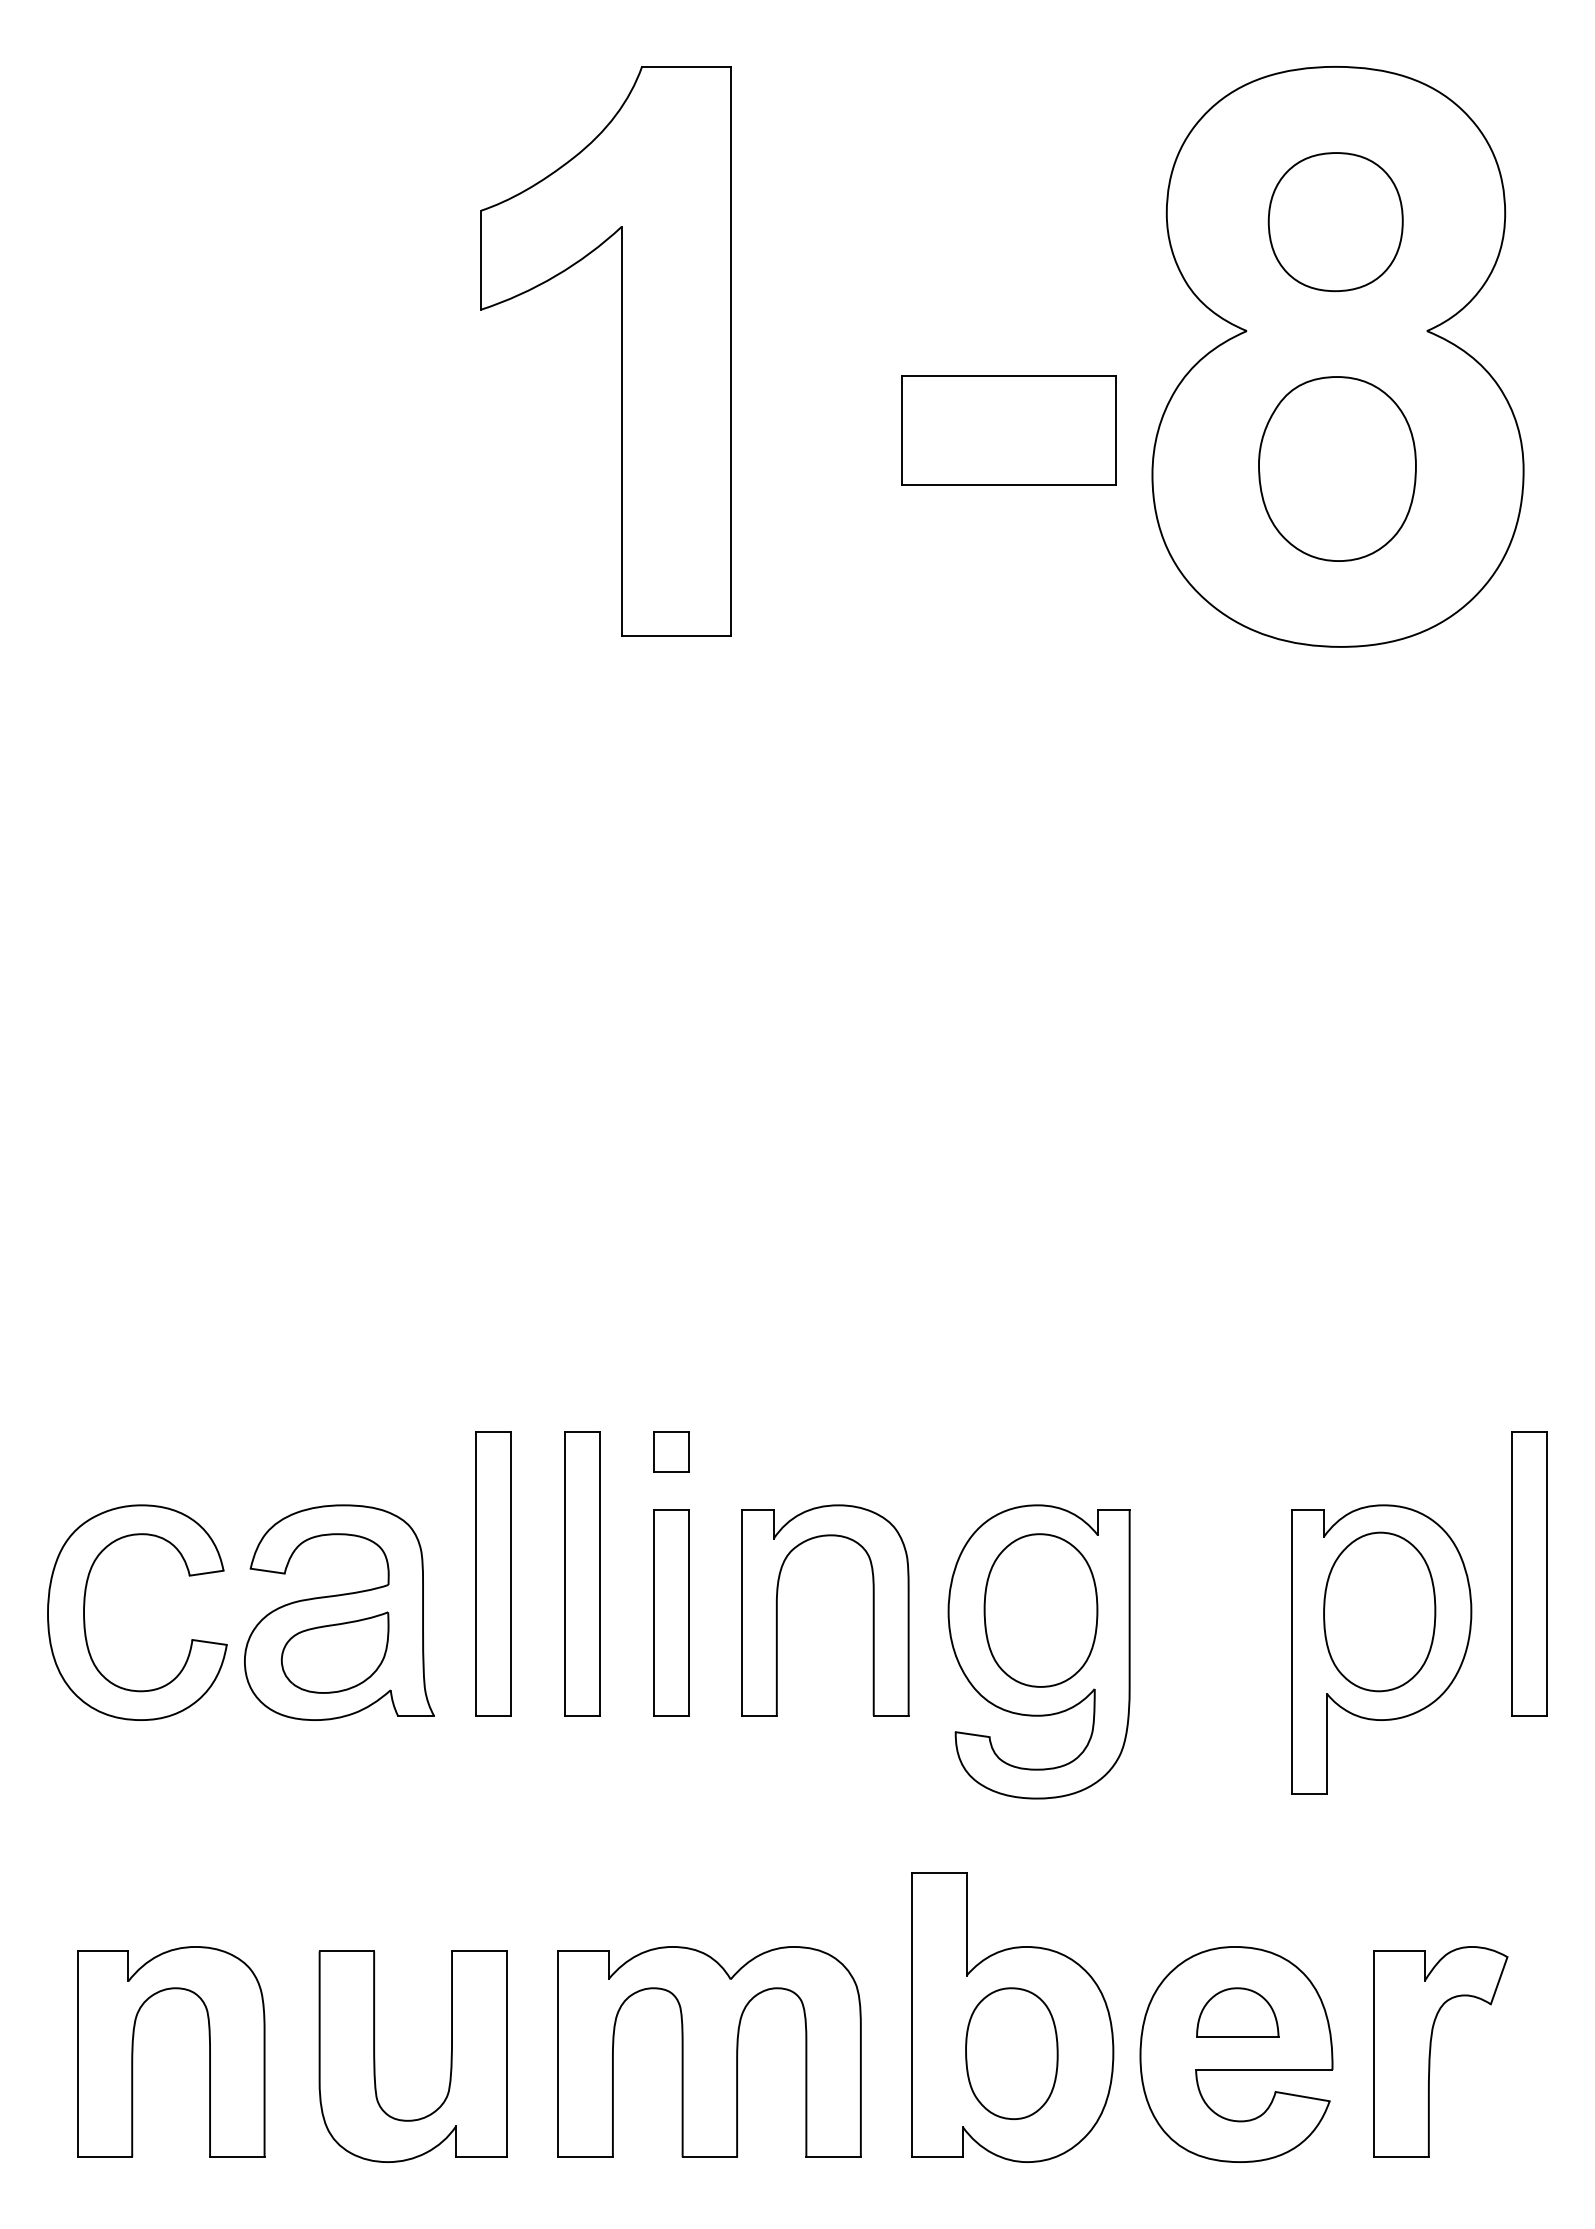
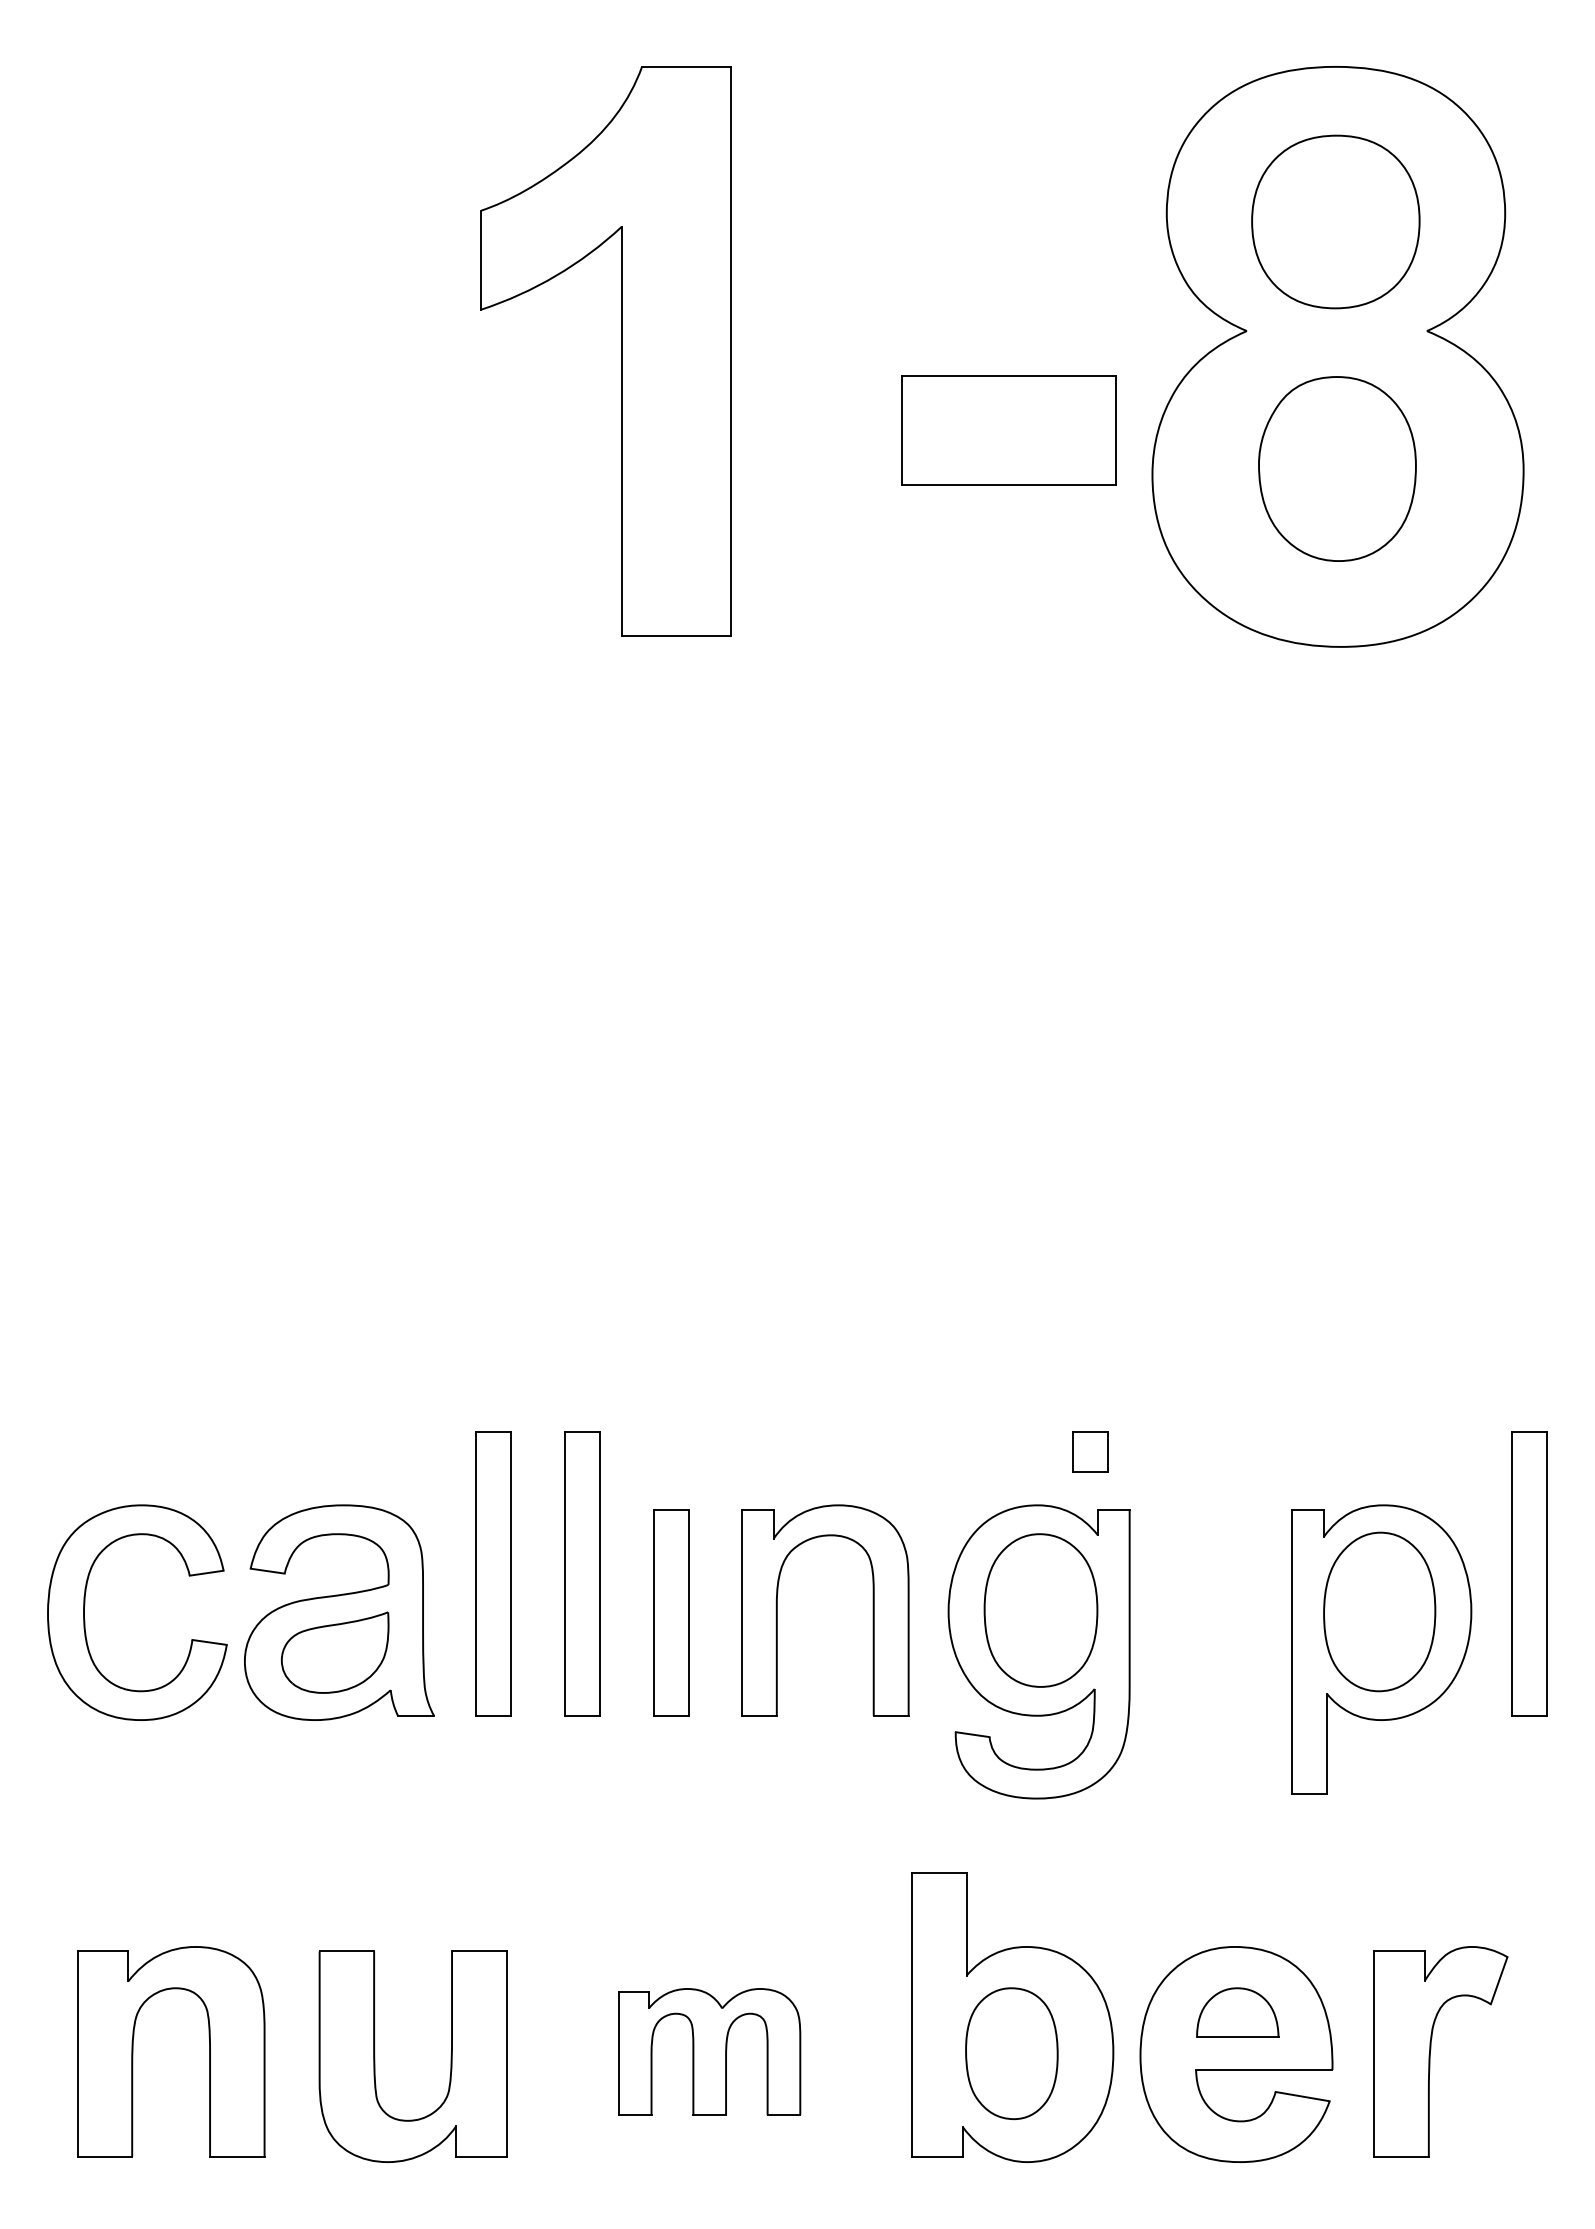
part at (1335, 222) size: 137x141 px -> 170x176 px
part at (671, 1451) position: (671, 1451) -> (1090, 1451)
part at (709, 2051) size: 305x212 px -> 184x128 px
